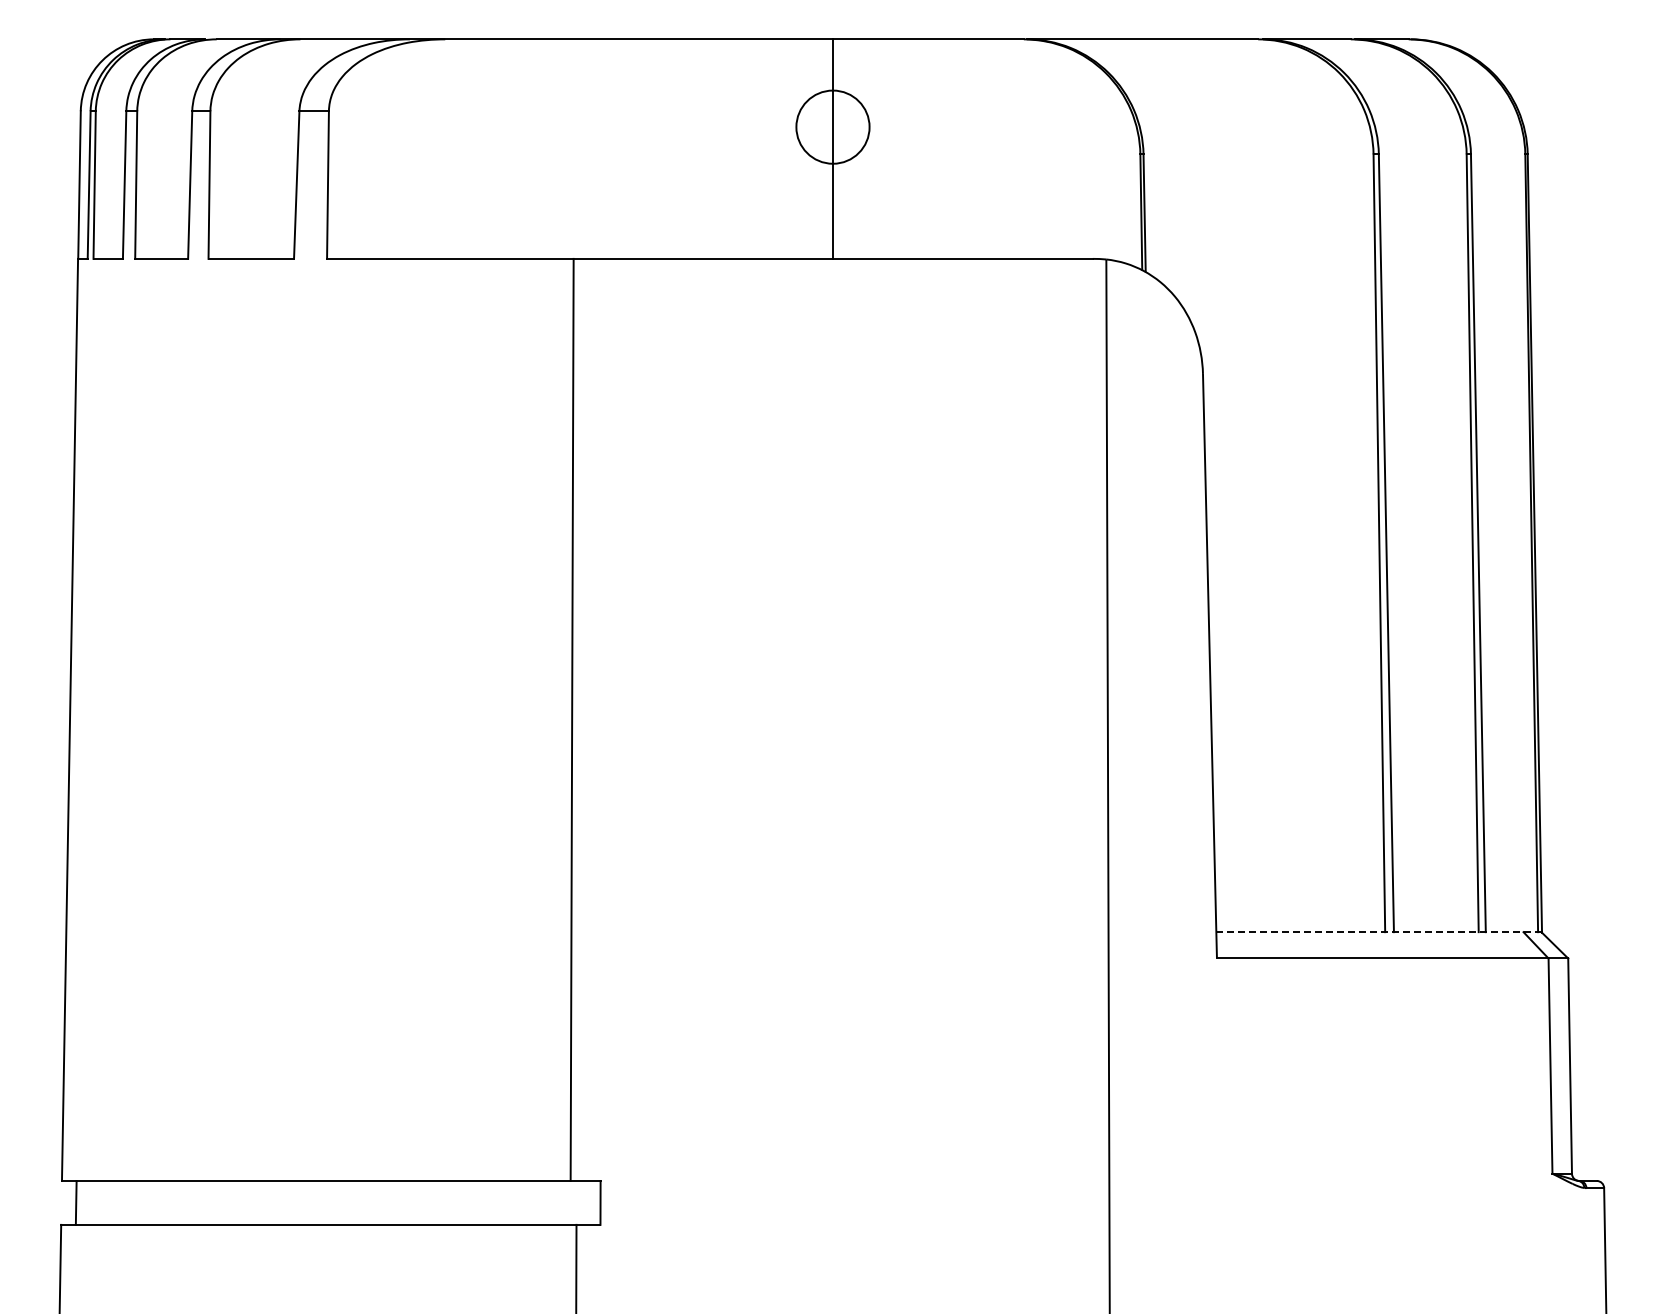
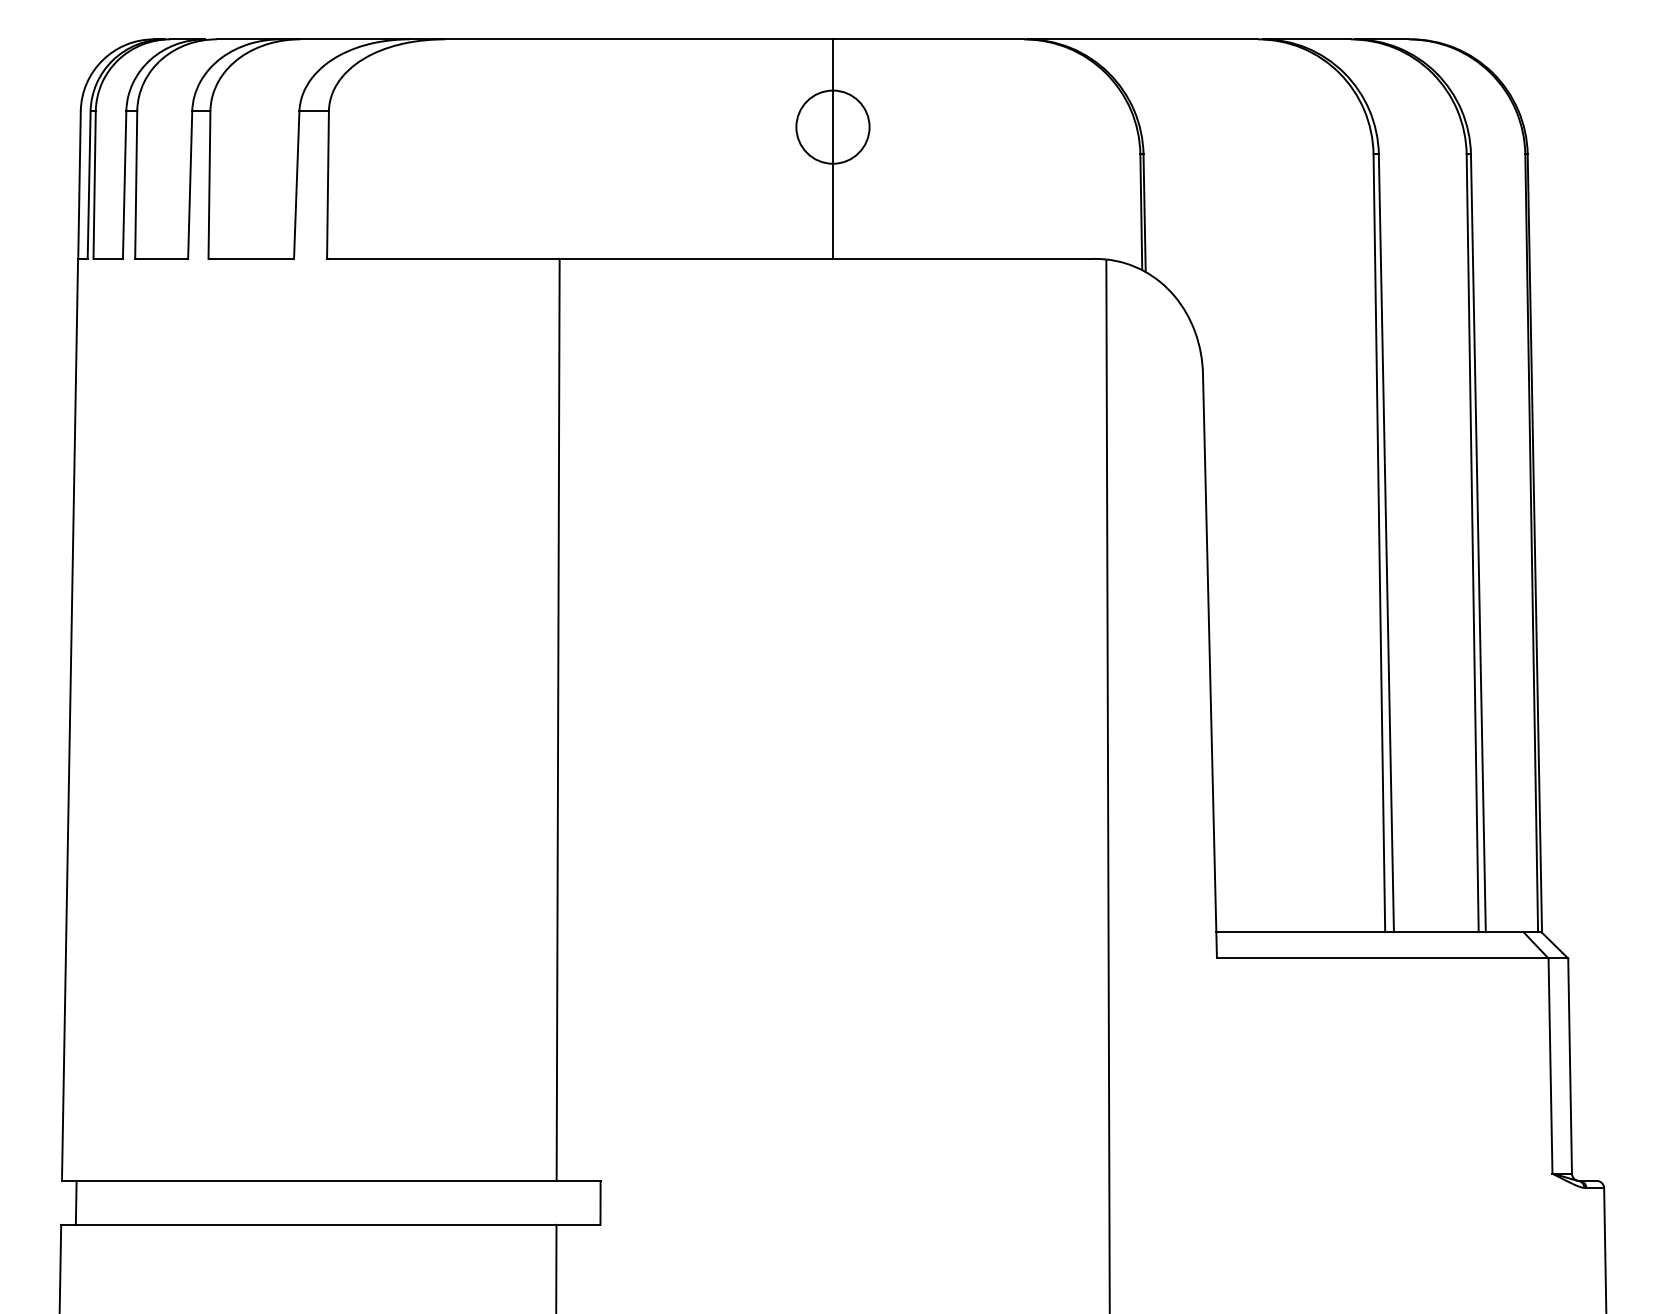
line at (571, 719) position: (571, 719) -> (557, 719)
line at (1378, 932): dashed -> solid
line at (576, 1267) position: (576, 1267) -> (556, 1267)
